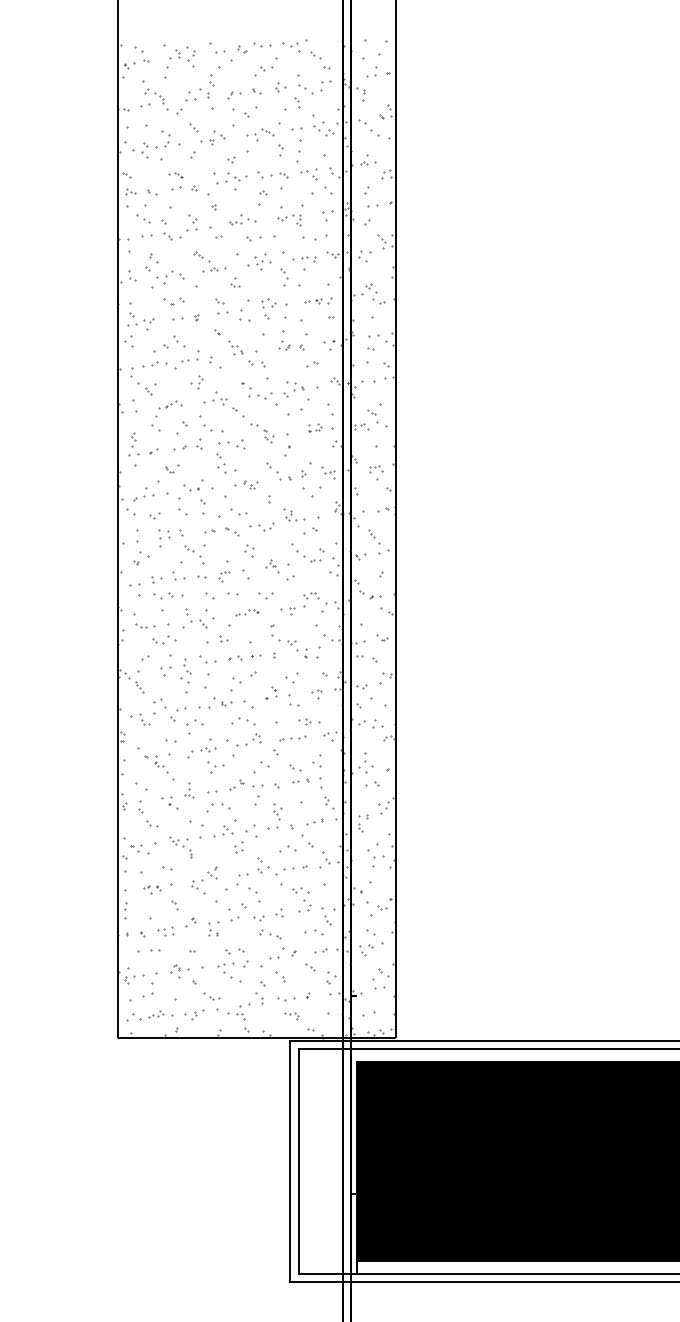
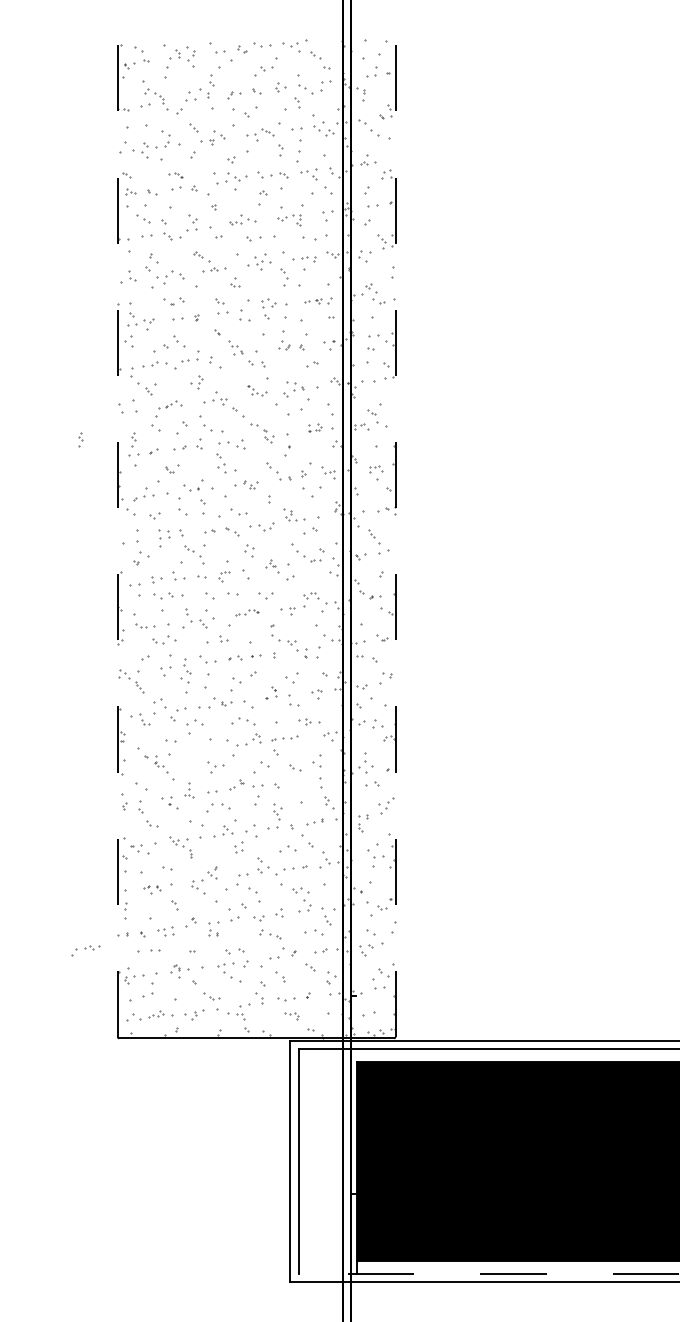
part at (256, 390) size: 32x18 px -> 21x12 px
part at (80, 439): none -> present
line at (117, 518): solid -> dashed
line at (395, 518): solid -> dashed
part at (292, 738) position: (292, 738) -> (284, 738)
part at (201, 752) position: (201, 752) -> (85, 950)
part at (300, 780): present -> none
line at (488, 1274): solid -> dashed
